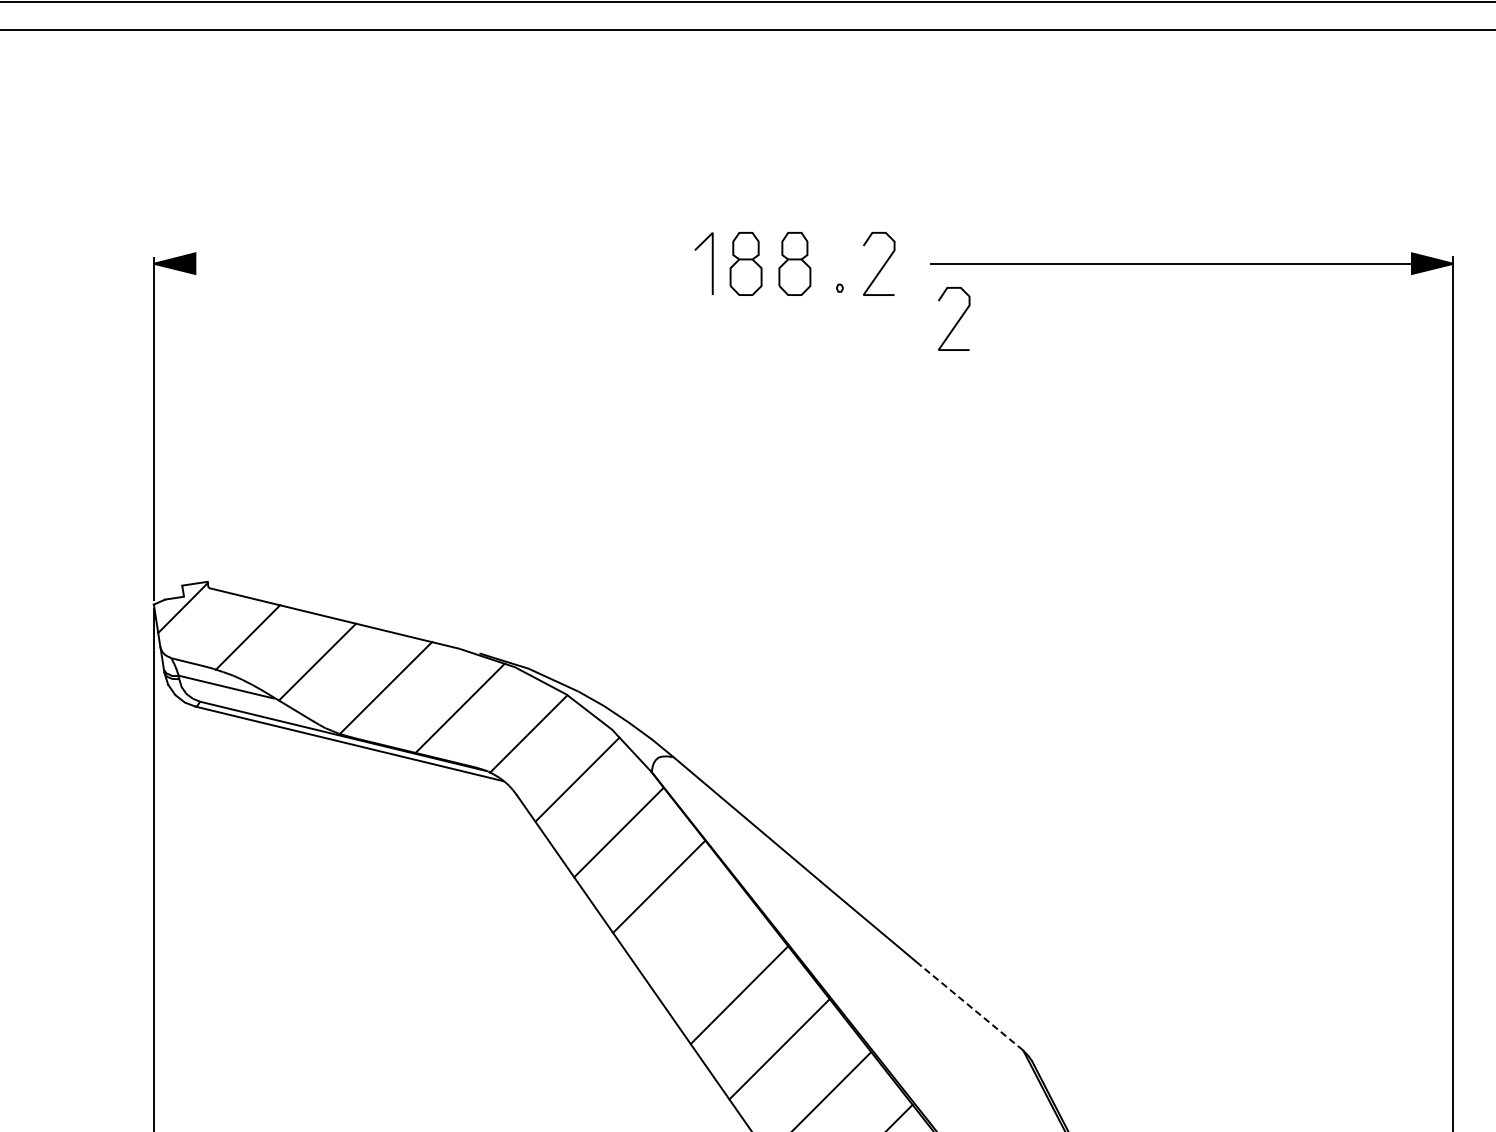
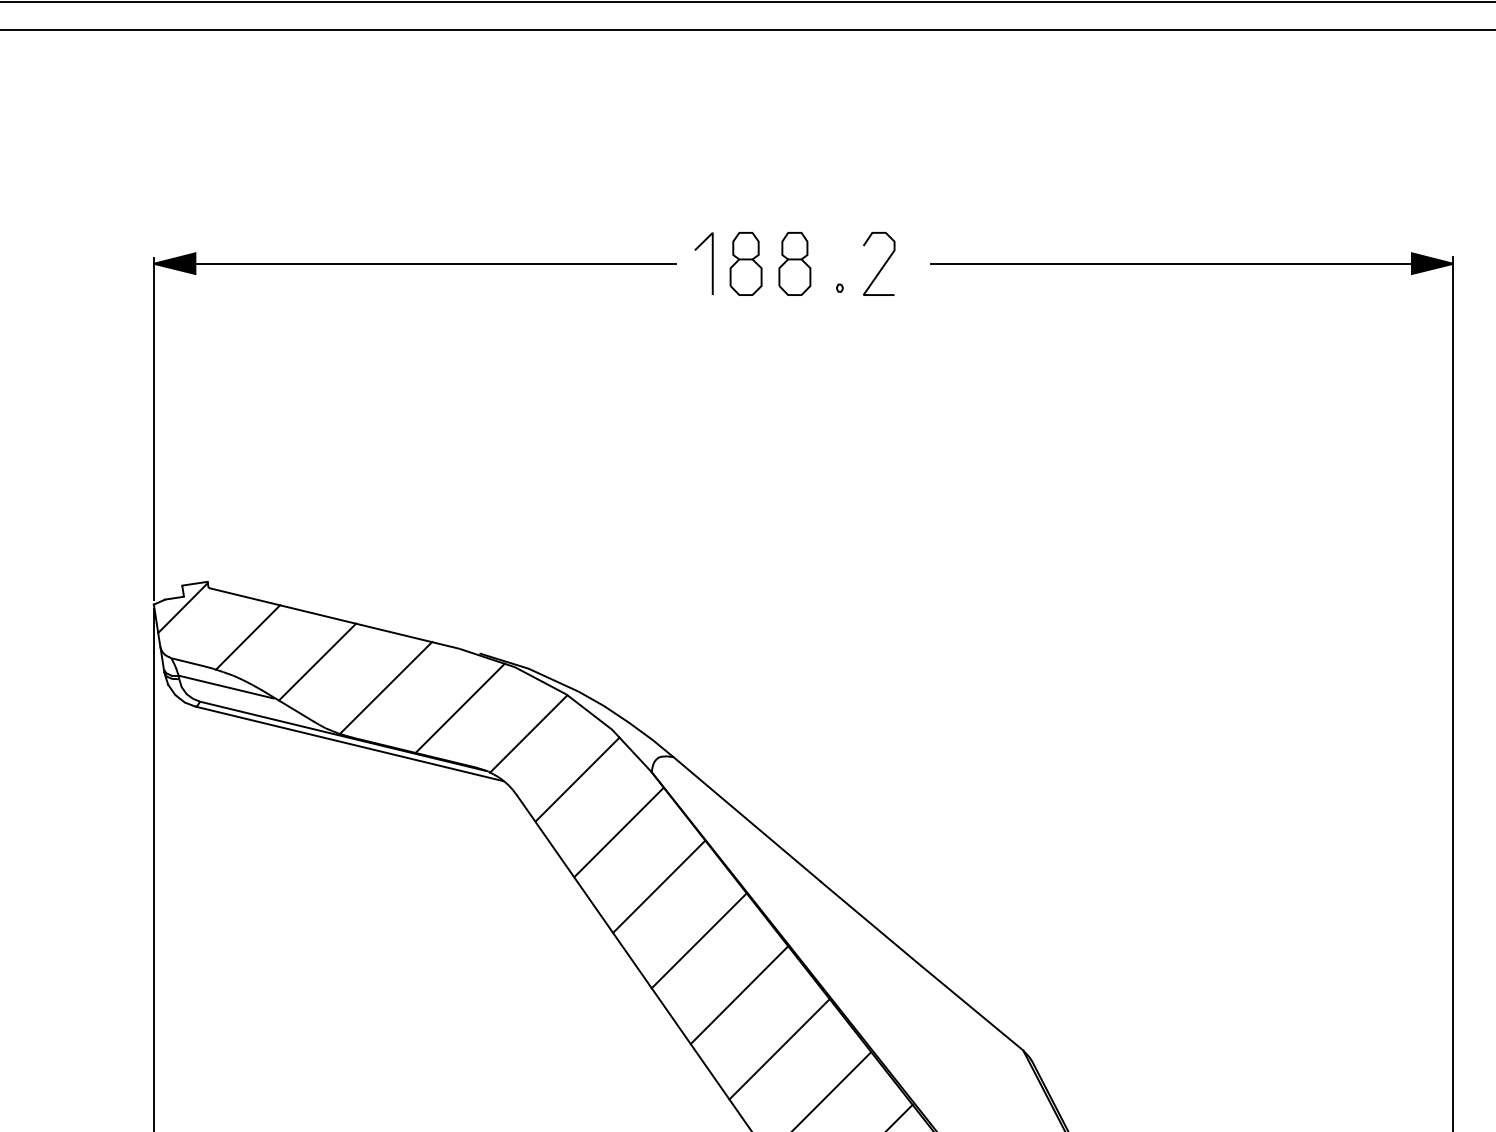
line at (414, 263): none -> present
curve at (957, 320): present -> none
line at (698, 940): none -> present
line at (971, 1007): dashed -> solid
